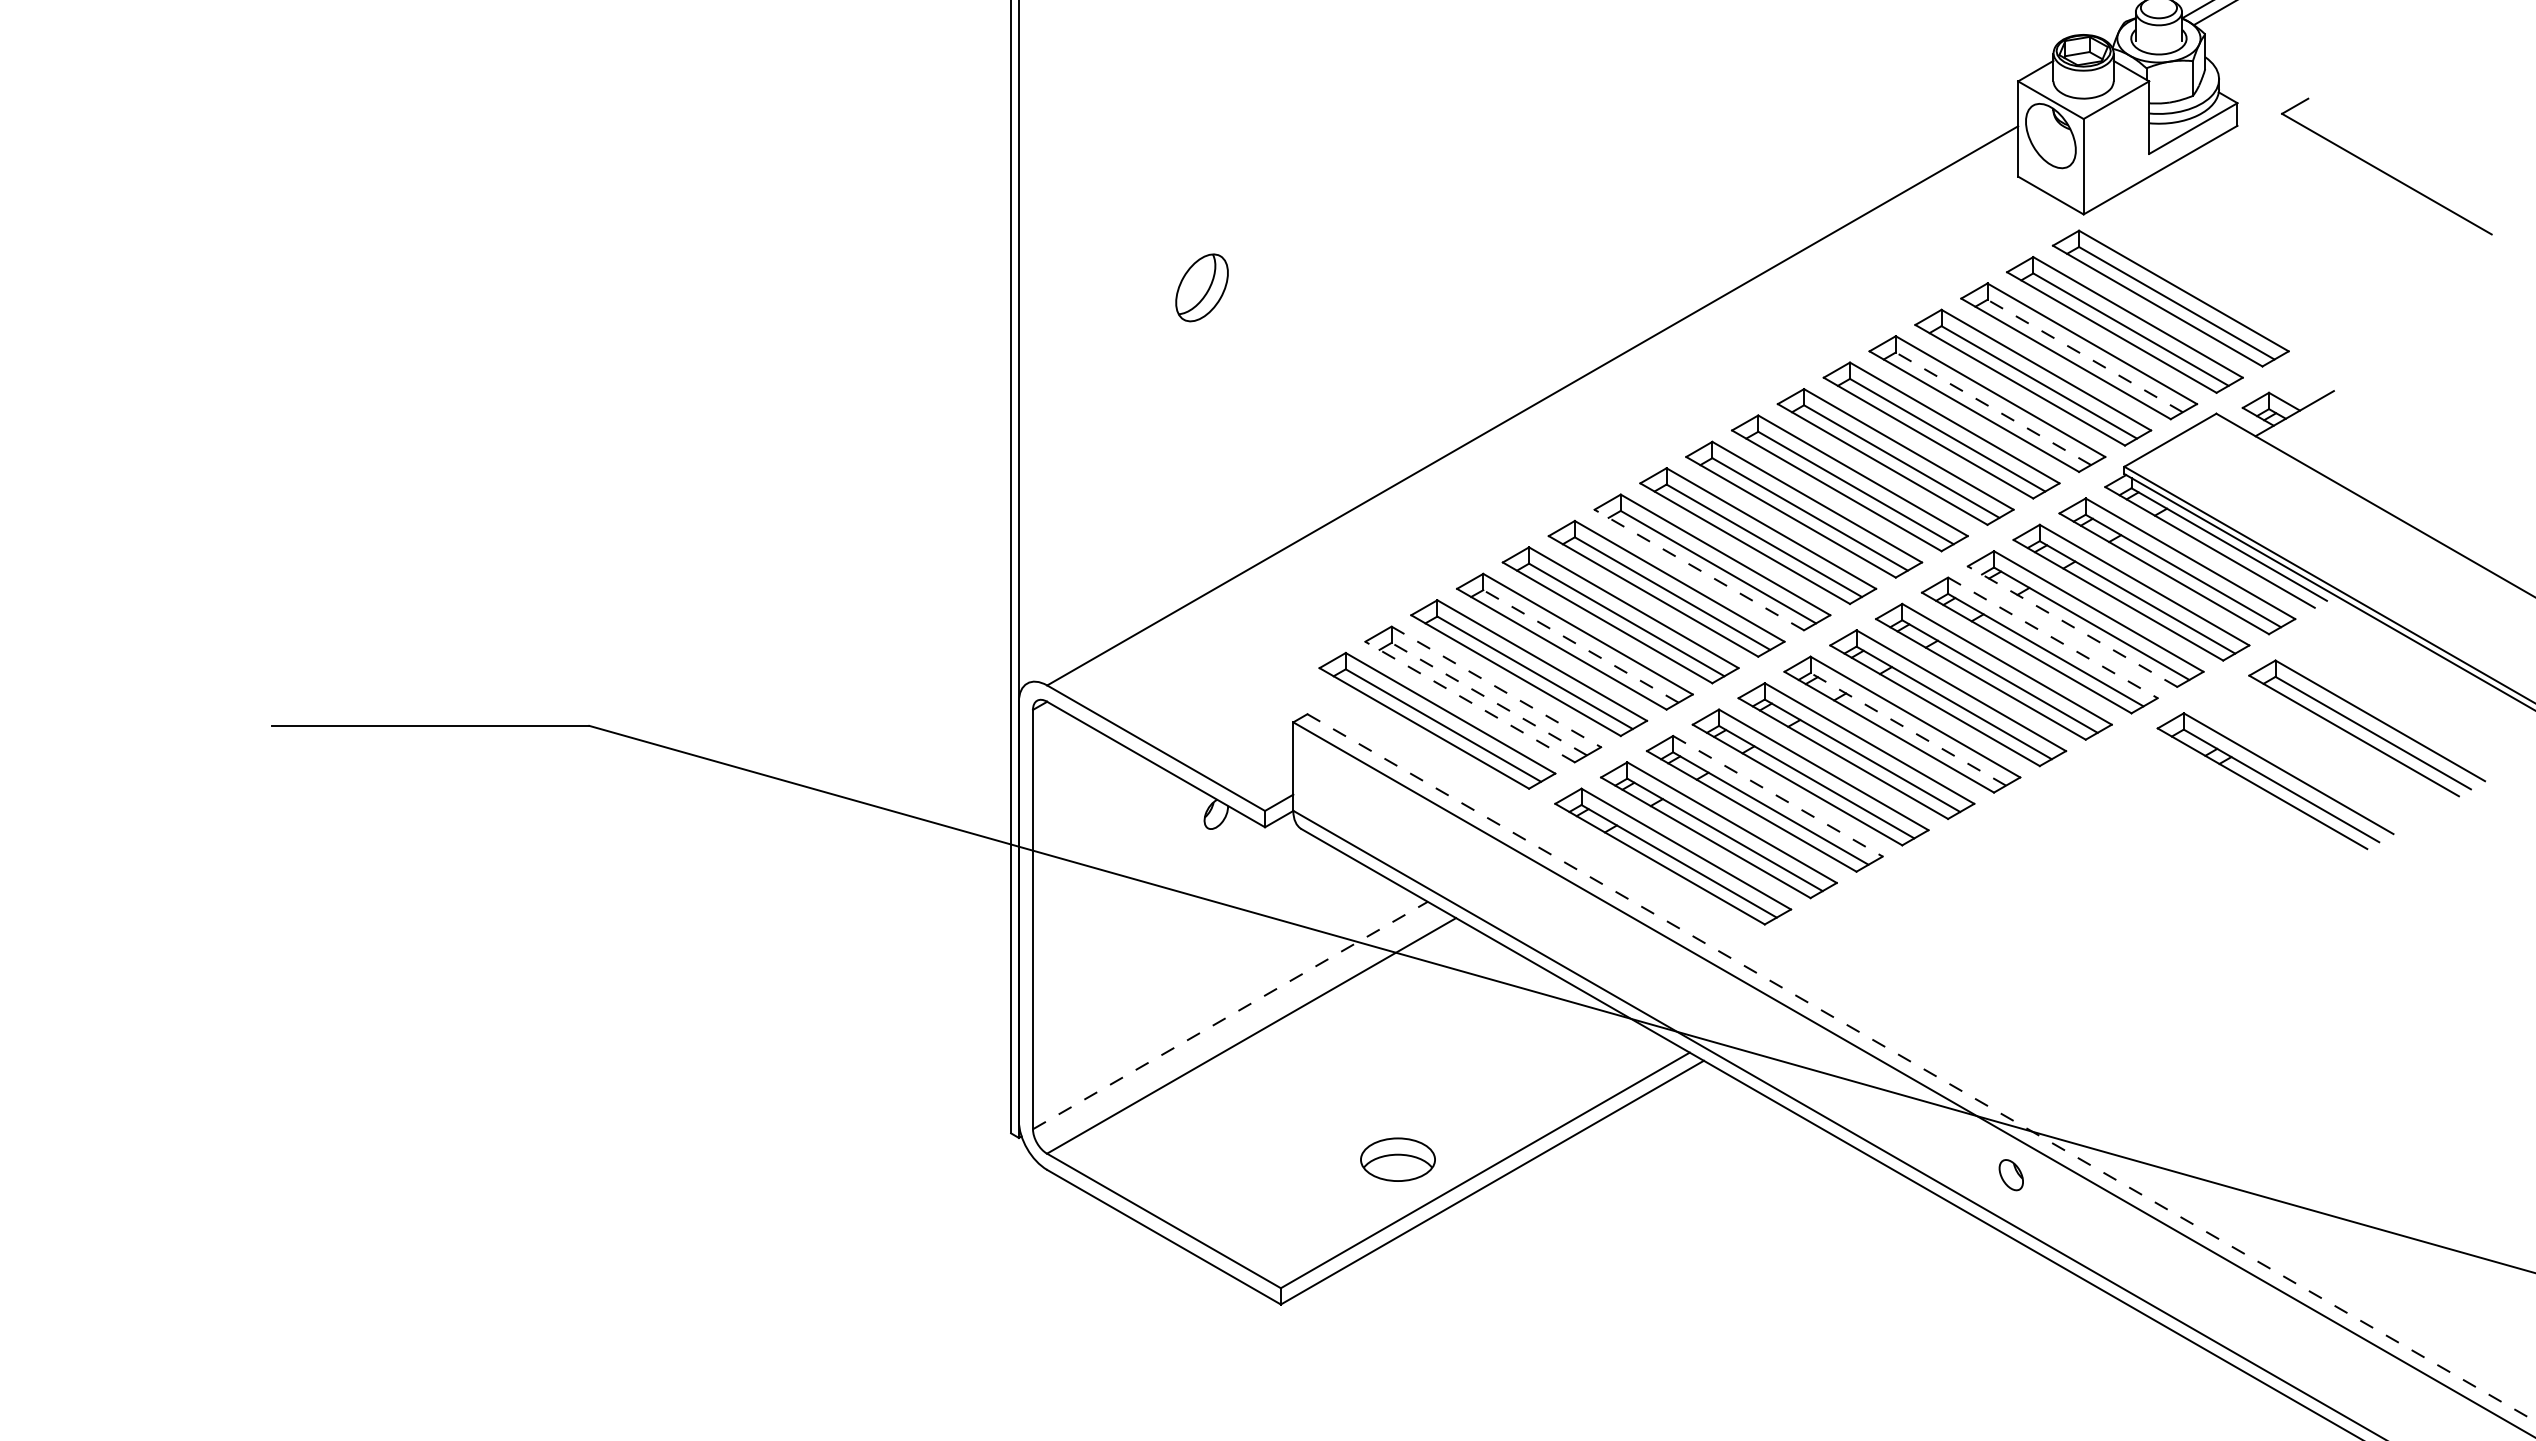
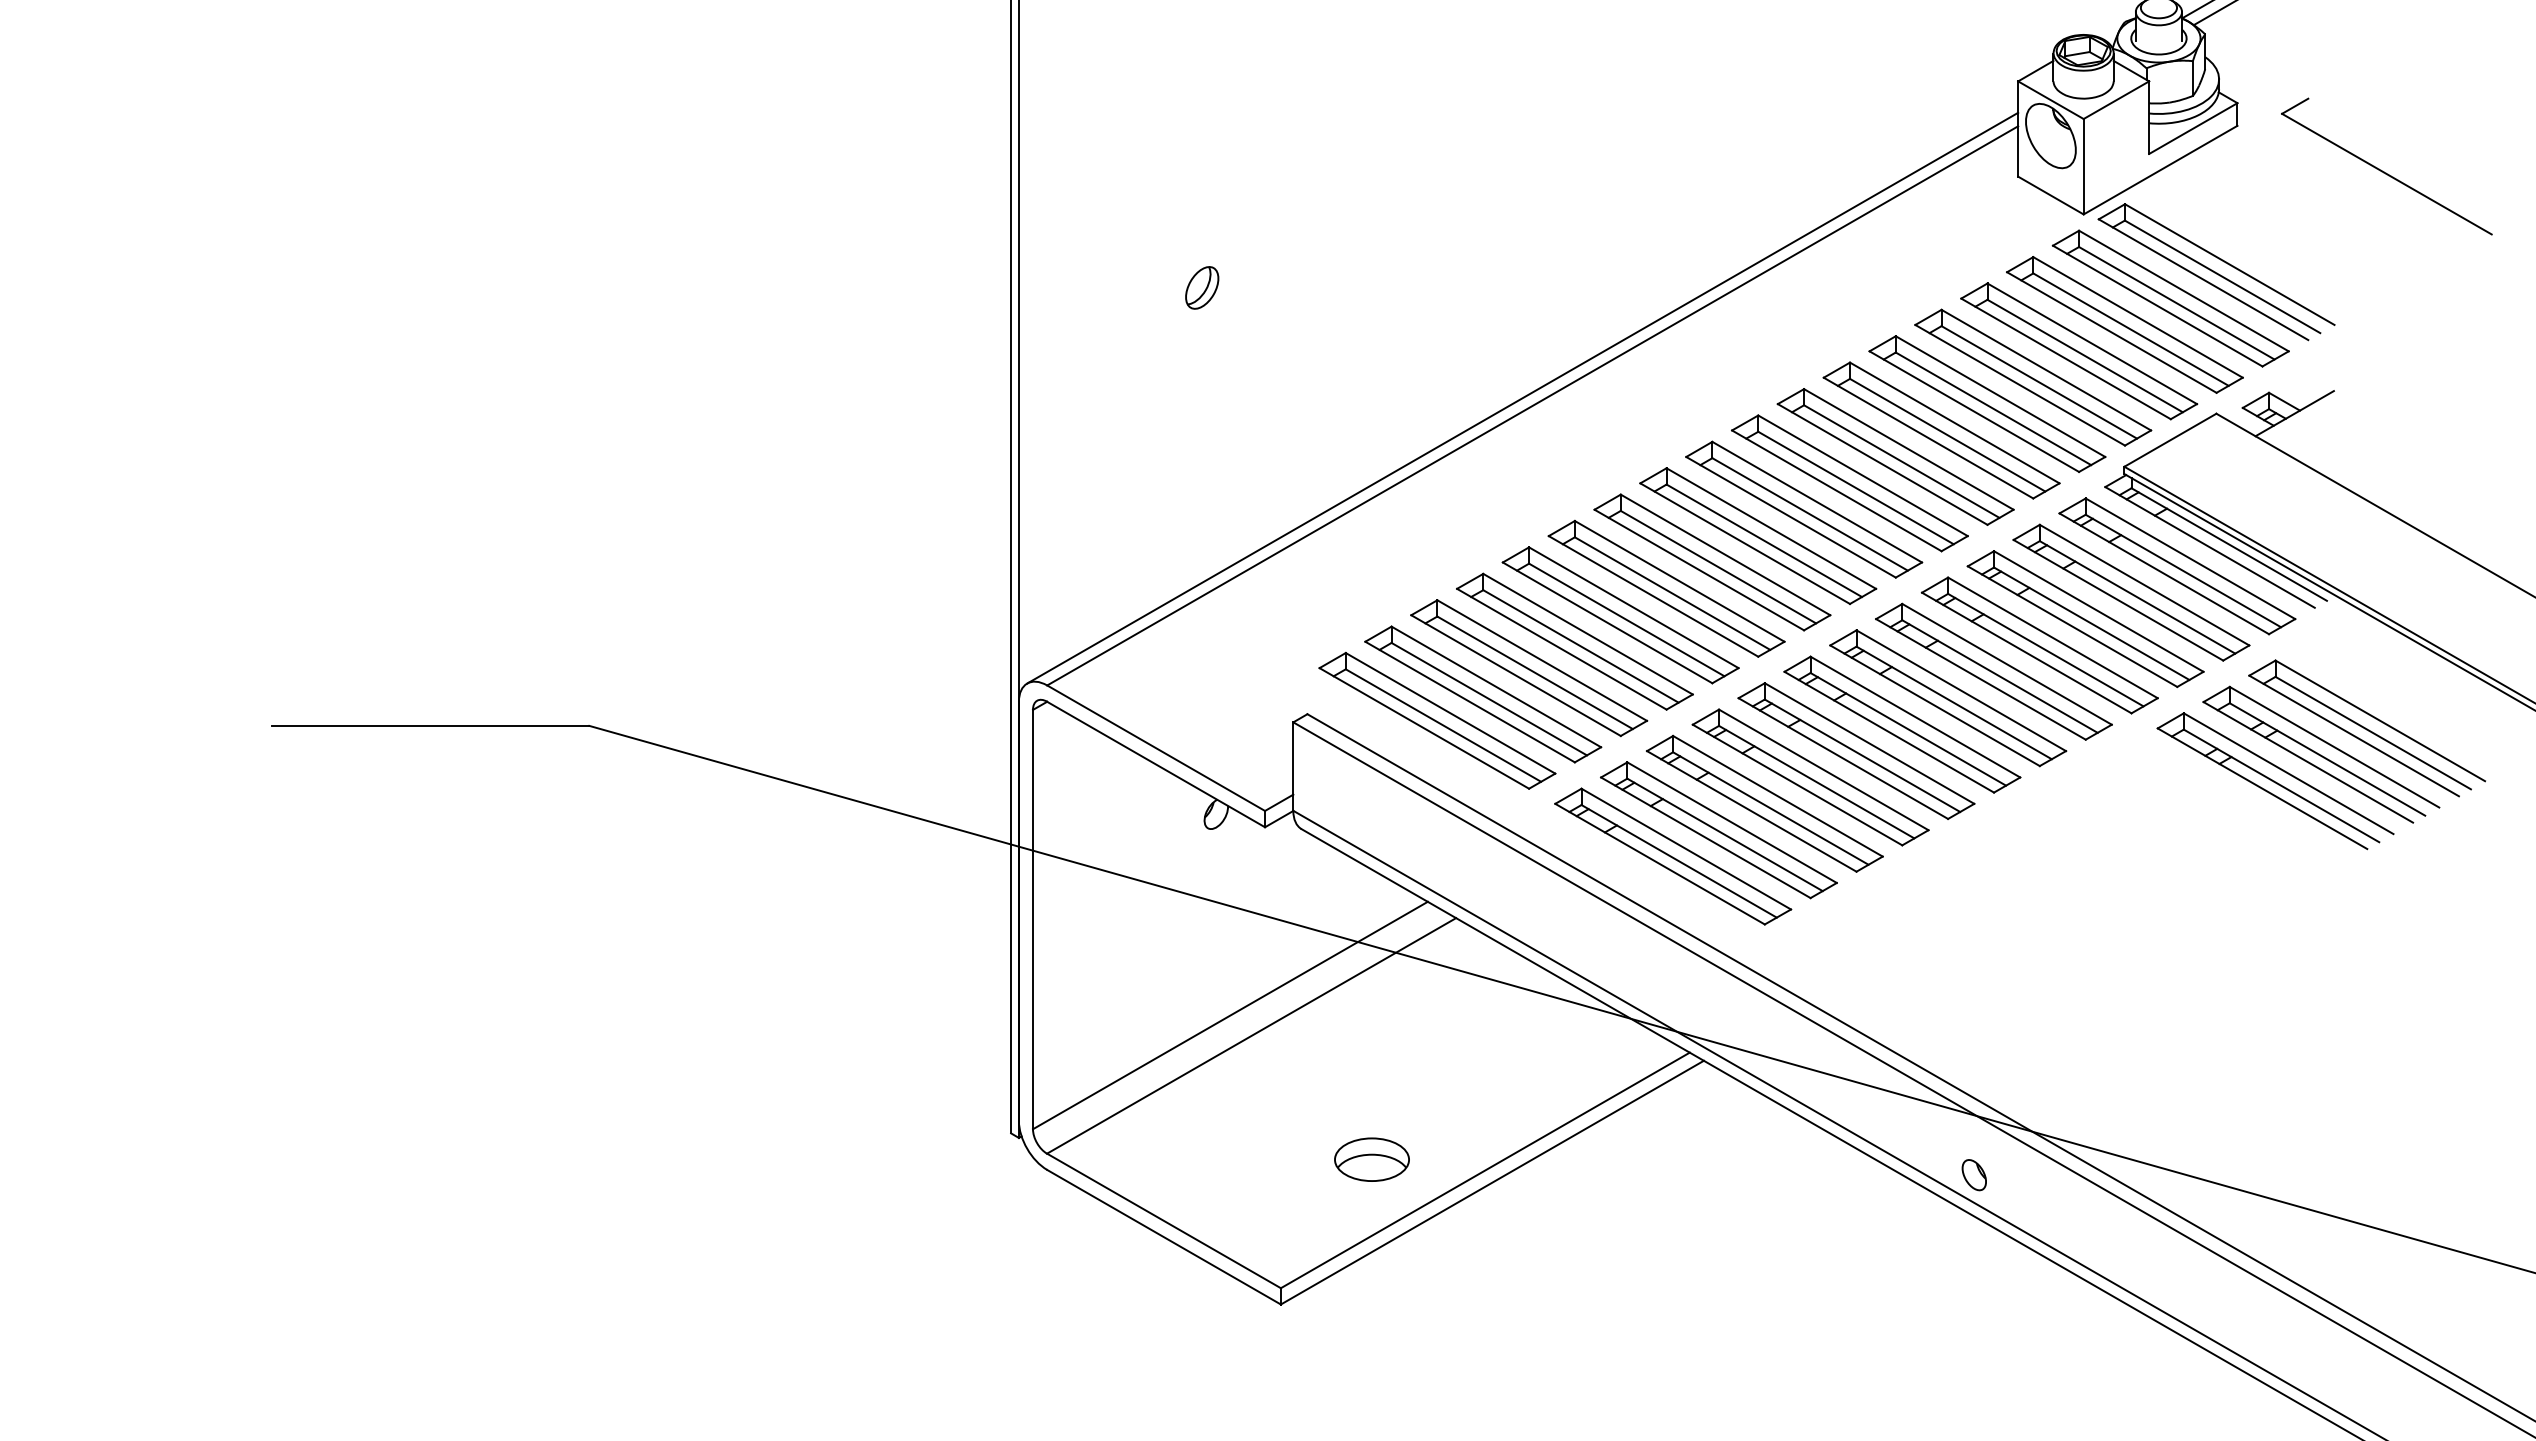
part at (2216, 272): none -> present
part at (1201, 287) size: 54x70 px -> 35x44 px
line at (2085, 356): dashed -> solid
line at (1522, 397): none -> present
line at (1993, 408): dashed -> solid
line at (1699, 570): dashed -> solid
line at (2072, 626): dashed -> solid
line at (2052, 637): dashed -> solid
line at (1580, 646): dashed -> solid
line at (1496, 686): dashed -> solid
line at (1489, 699): dashed -> solid
line at (1470, 702): dashed -> solid
line at (1908, 729): dashed -> solid
part at (2321, 754): none -> present
line at (1777, 796): dashed -> solid
line at (1230, 1015): dashed -> solid
line at (1921, 1067): dashed -> solid
part at (1397, 1159) position: (1397, 1159) -> (1371, 1159)
part at (2010, 1175) position: (2010, 1175) -> (1973, 1175)
